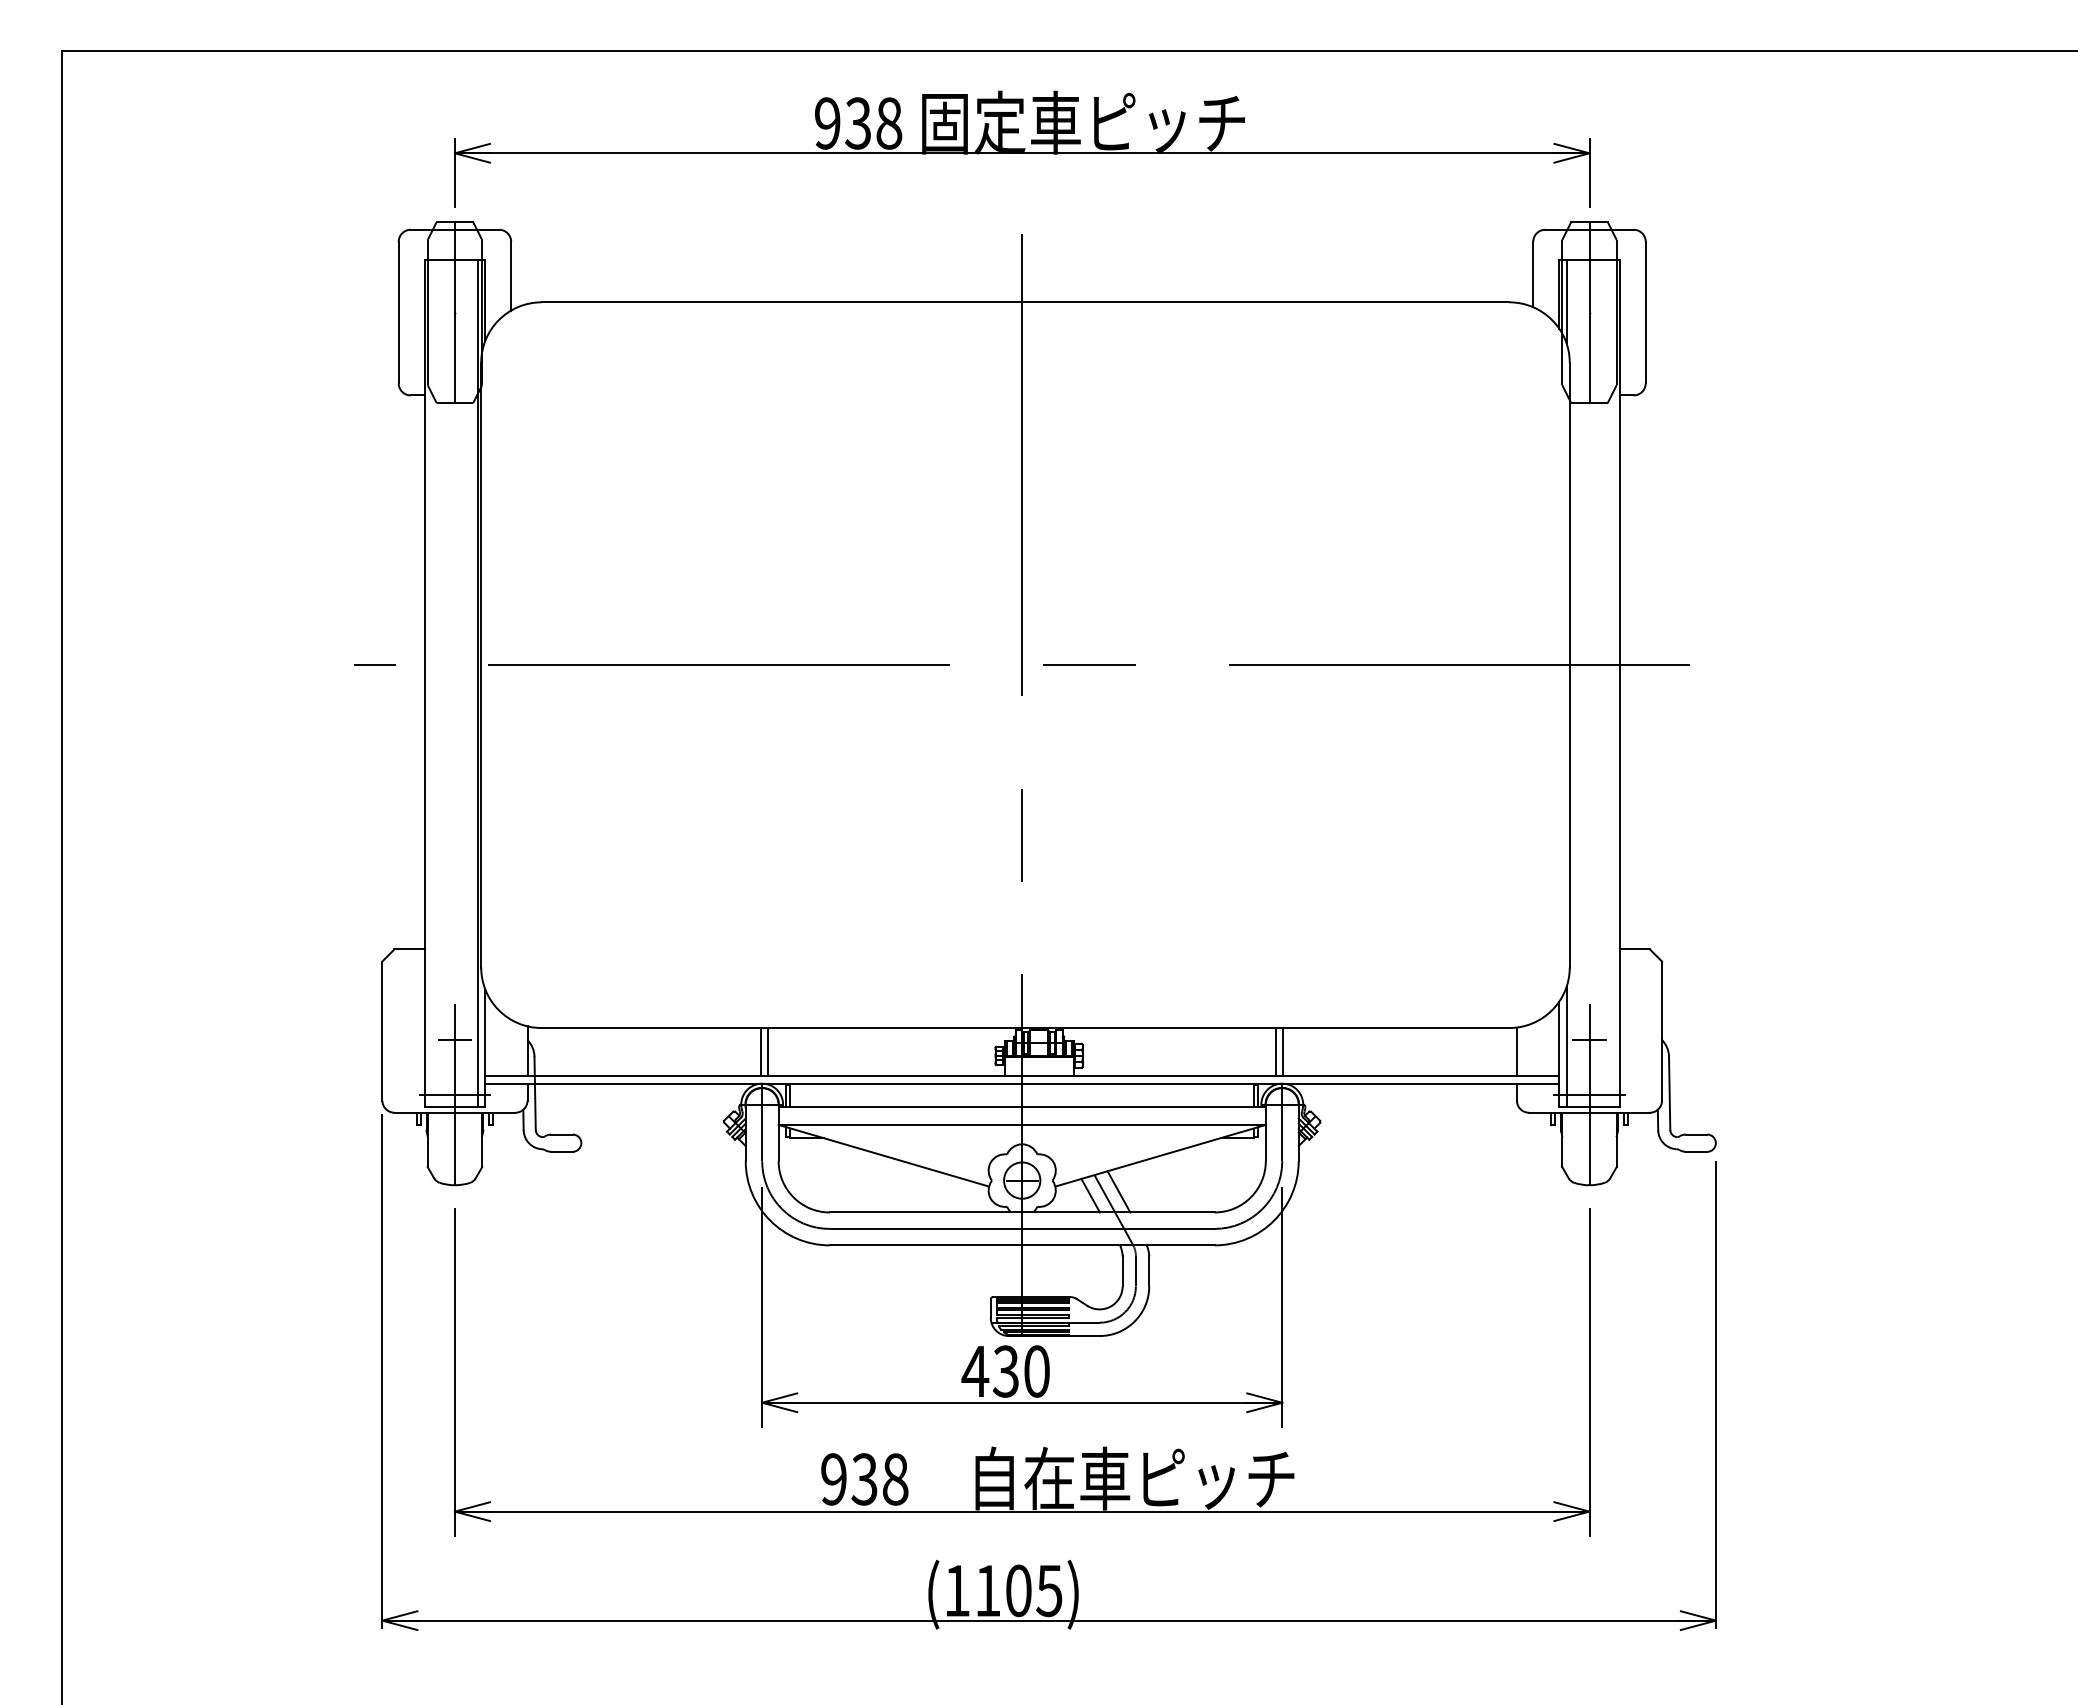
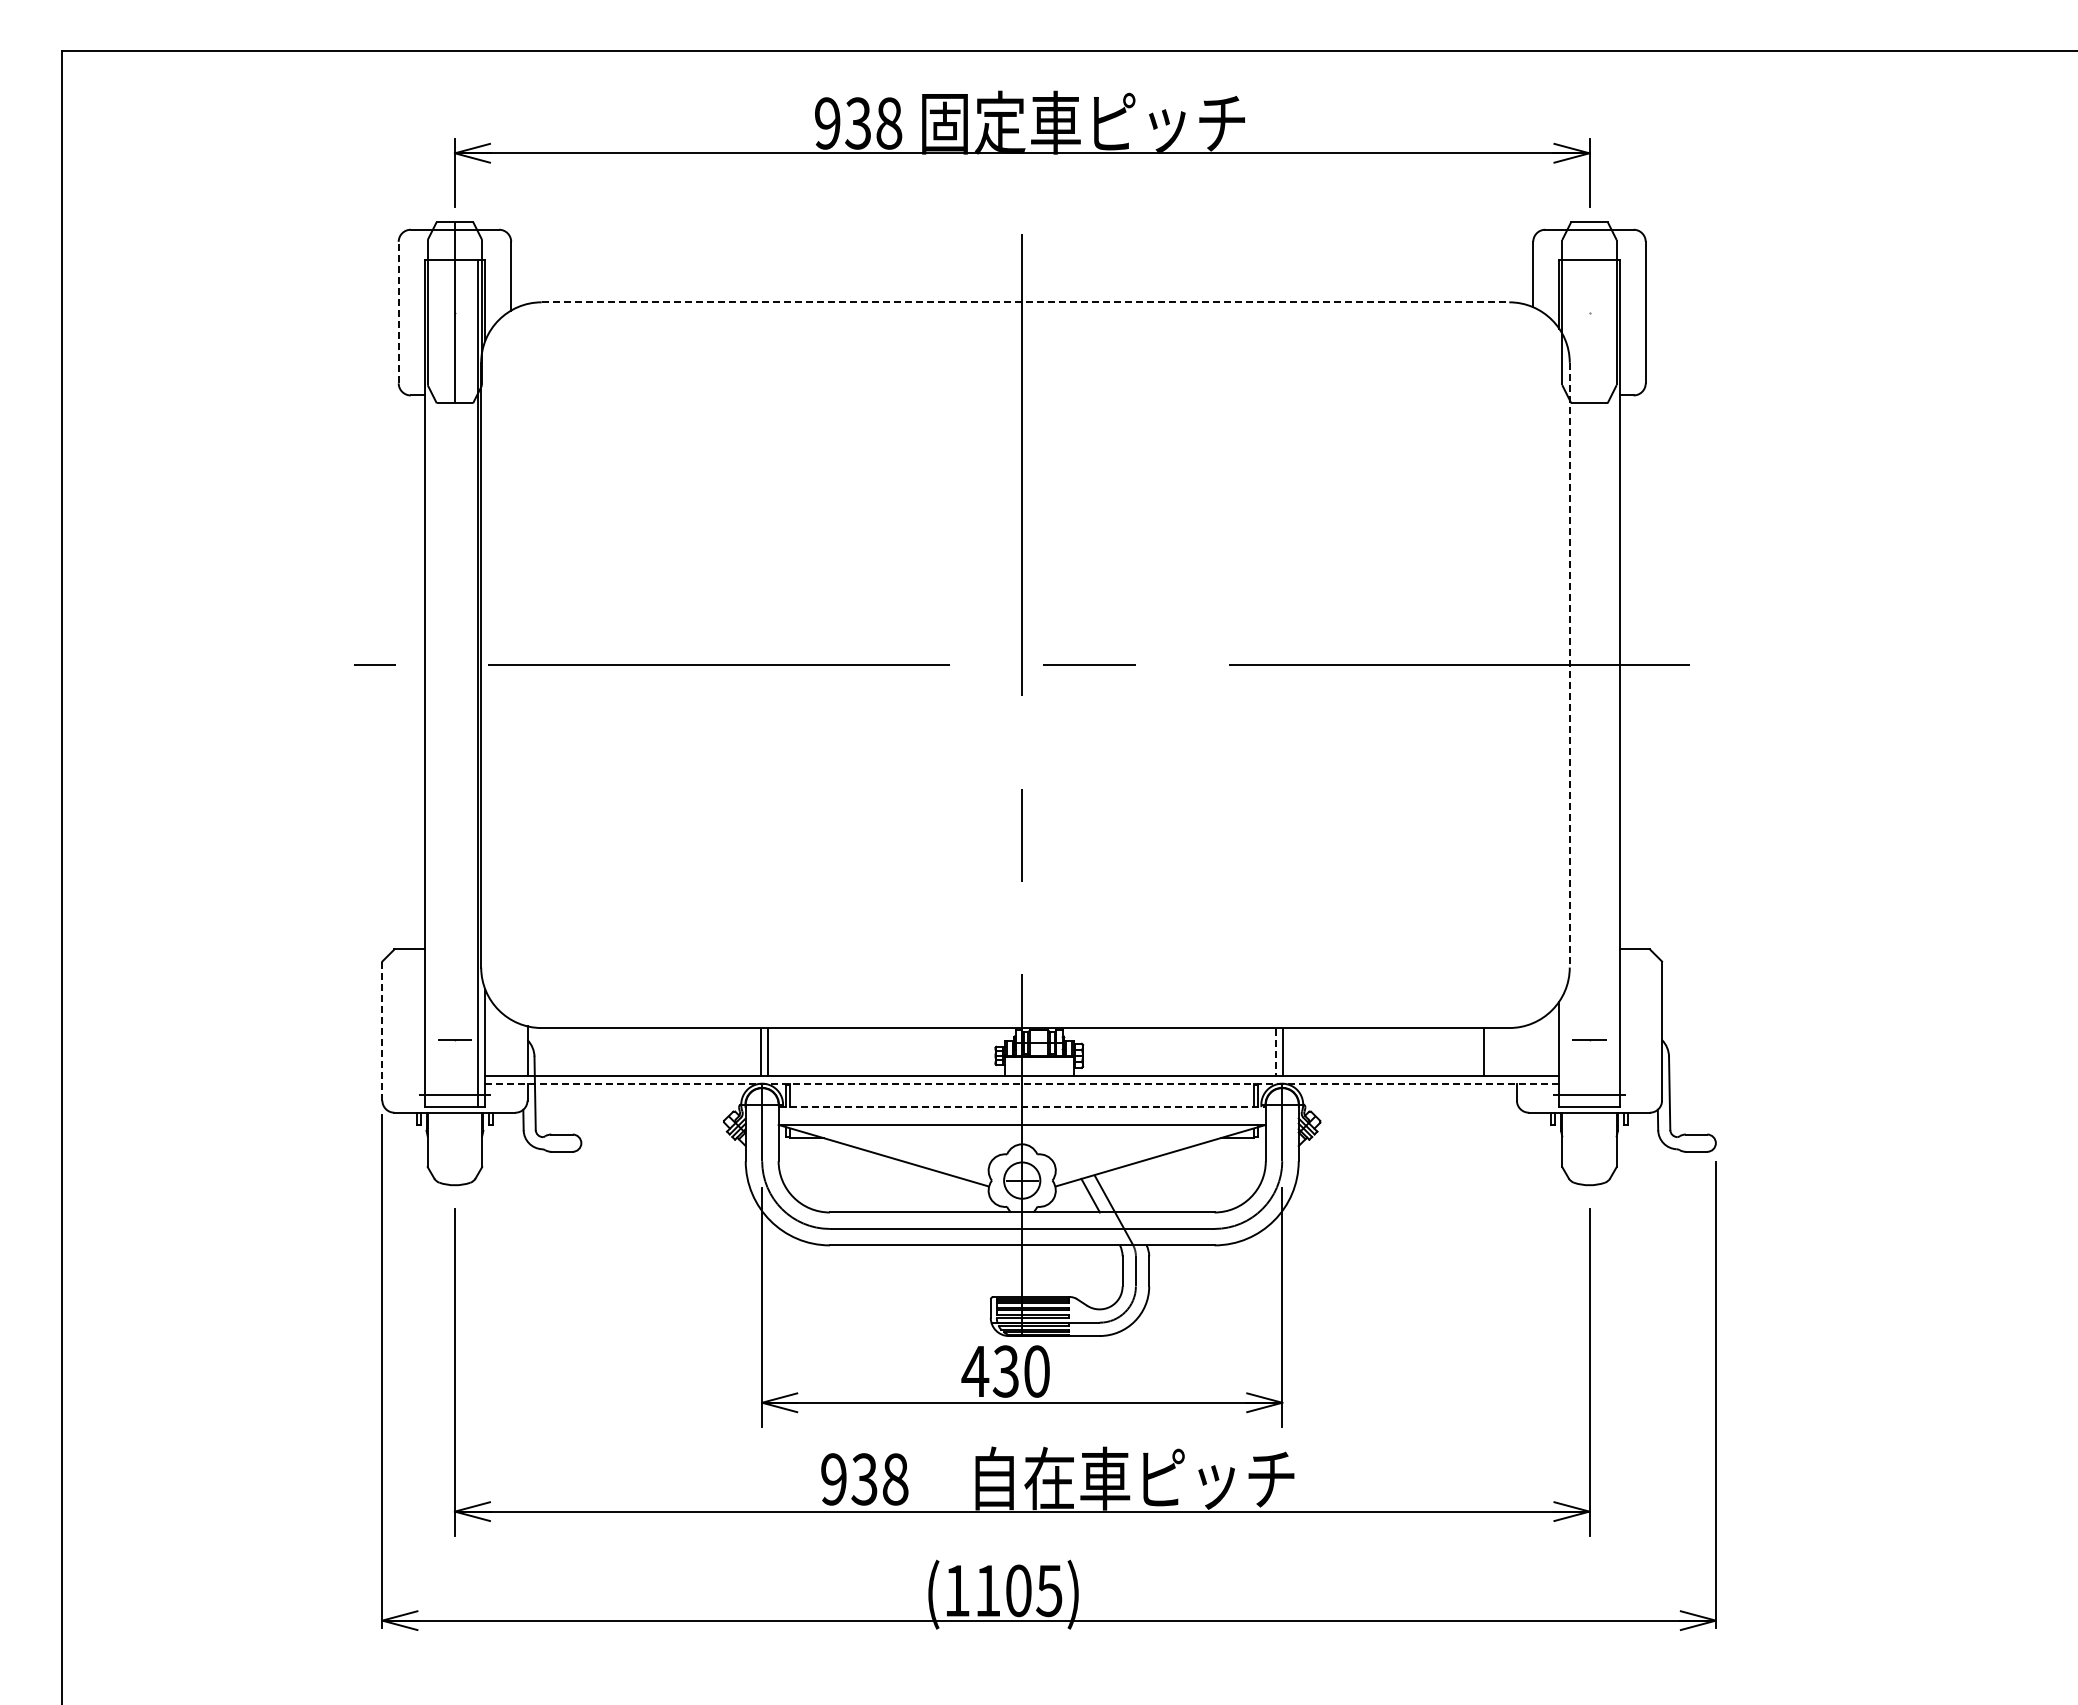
line at (1566, 301): present -> none
line at (1025, 302): solid -> dashed
line at (398, 312): solid -> dashed
line at (1589, 312): present -> none
line at (1569, 665): solid -> dashed
line at (382, 1031): solid -> dashed
line at (1566, 1046): present -> none
line at (1516, 1051) position: (1516, 1051) -> (1483, 1051)
line at (1276, 1052): solid -> dashed
line at (1022, 1083): solid -> dashed
line at (454, 1094): present -> none
line at (1589, 1094): present -> none
line at (1022, 1106): solid -> dashed
line at (1118, 1191): present -> none
